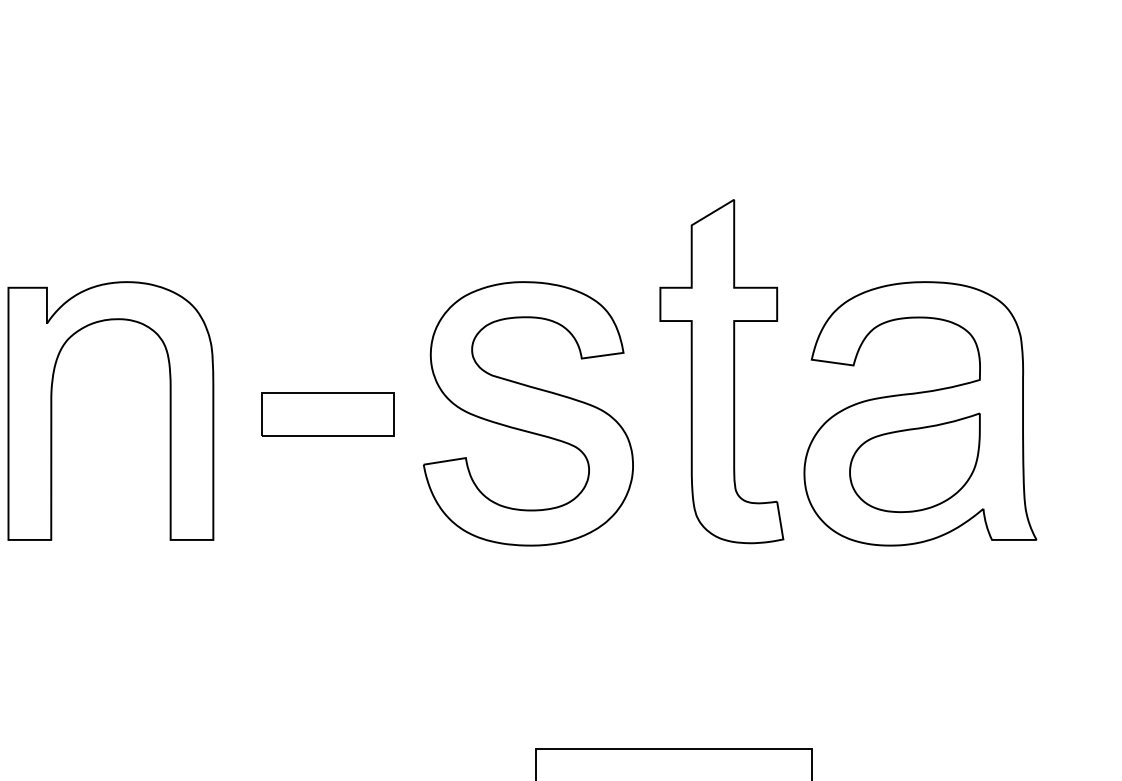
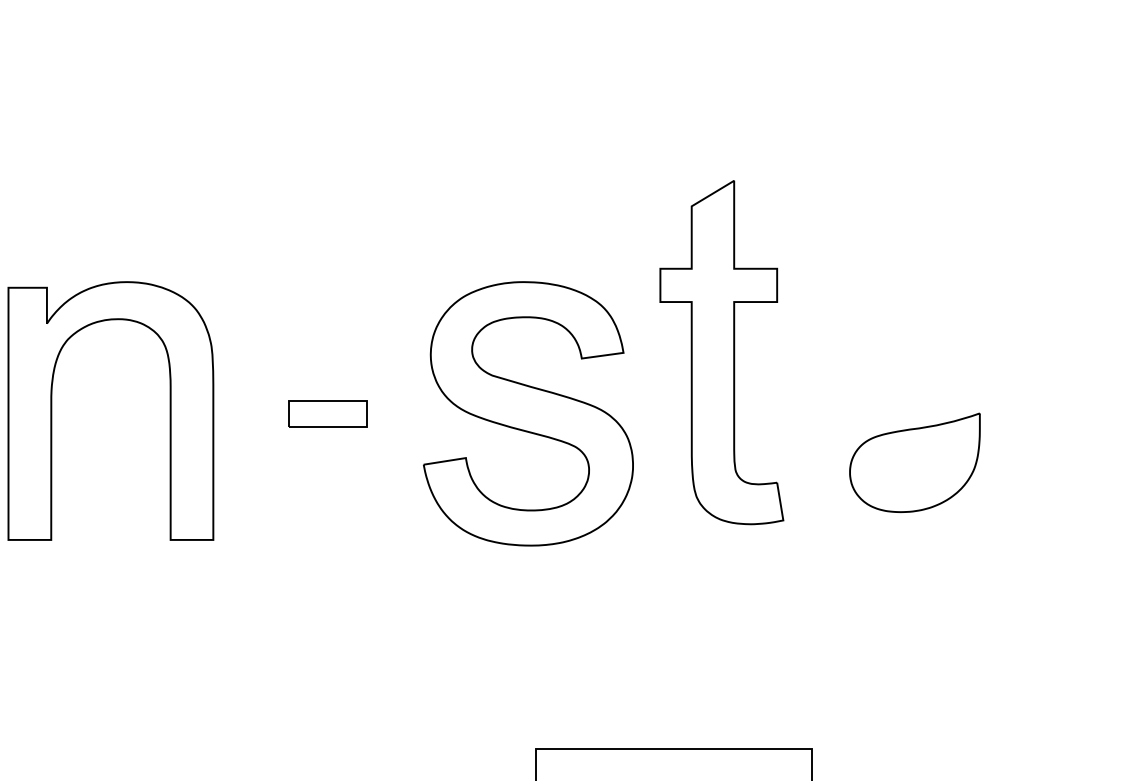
part at (721, 371) position: (721, 371) -> (721, 352)
part at (920, 413): present -> none
part at (327, 414) size: 134x45 px -> 80x28 px
